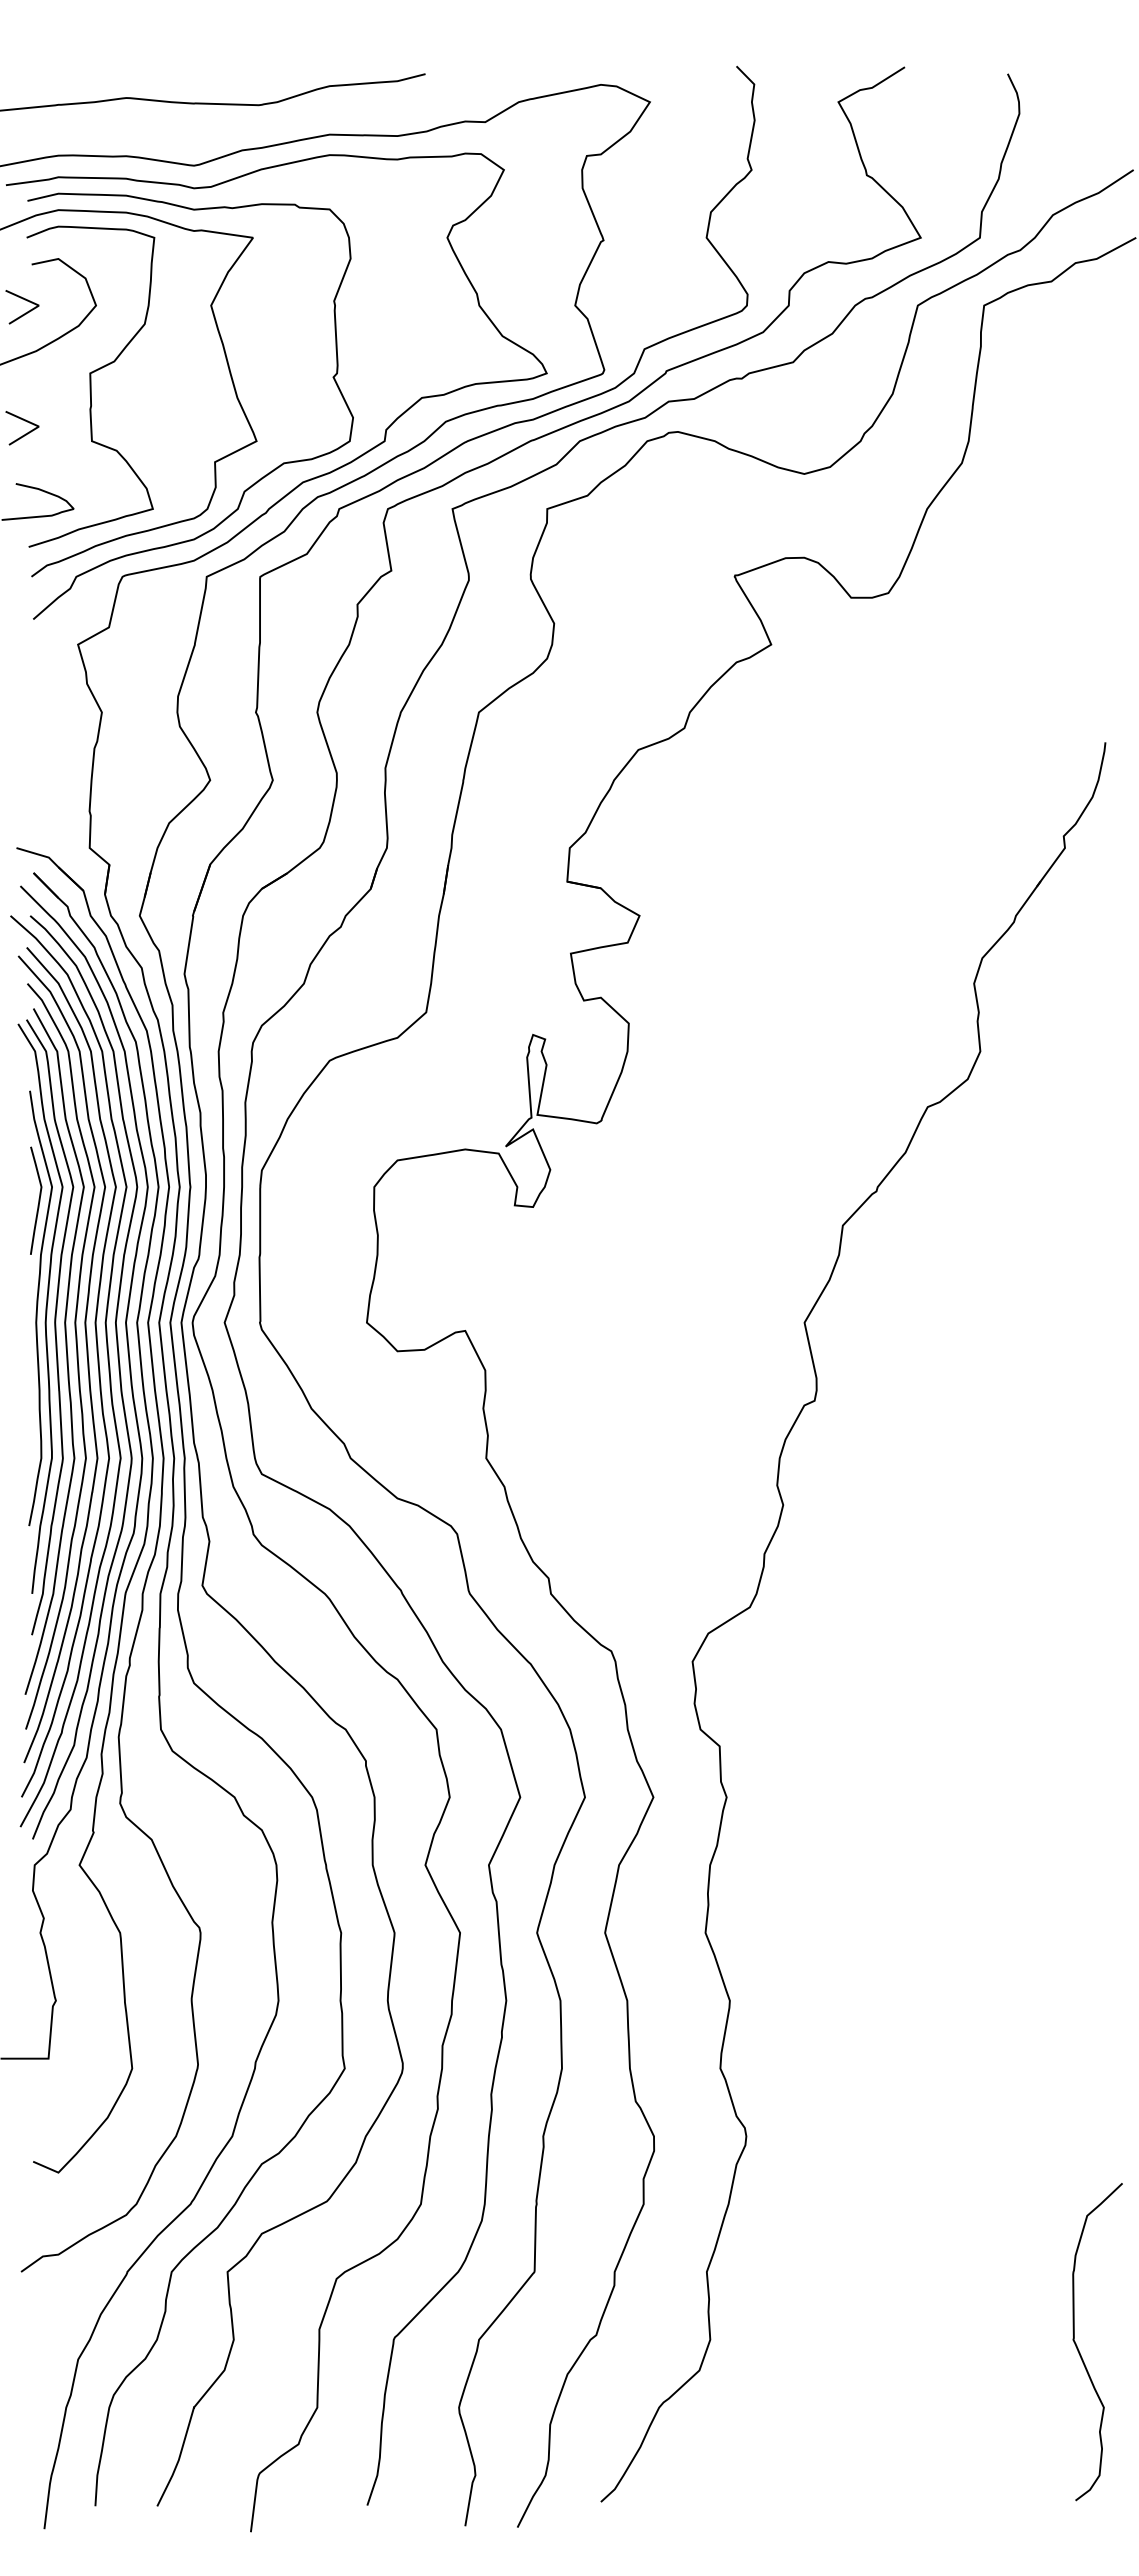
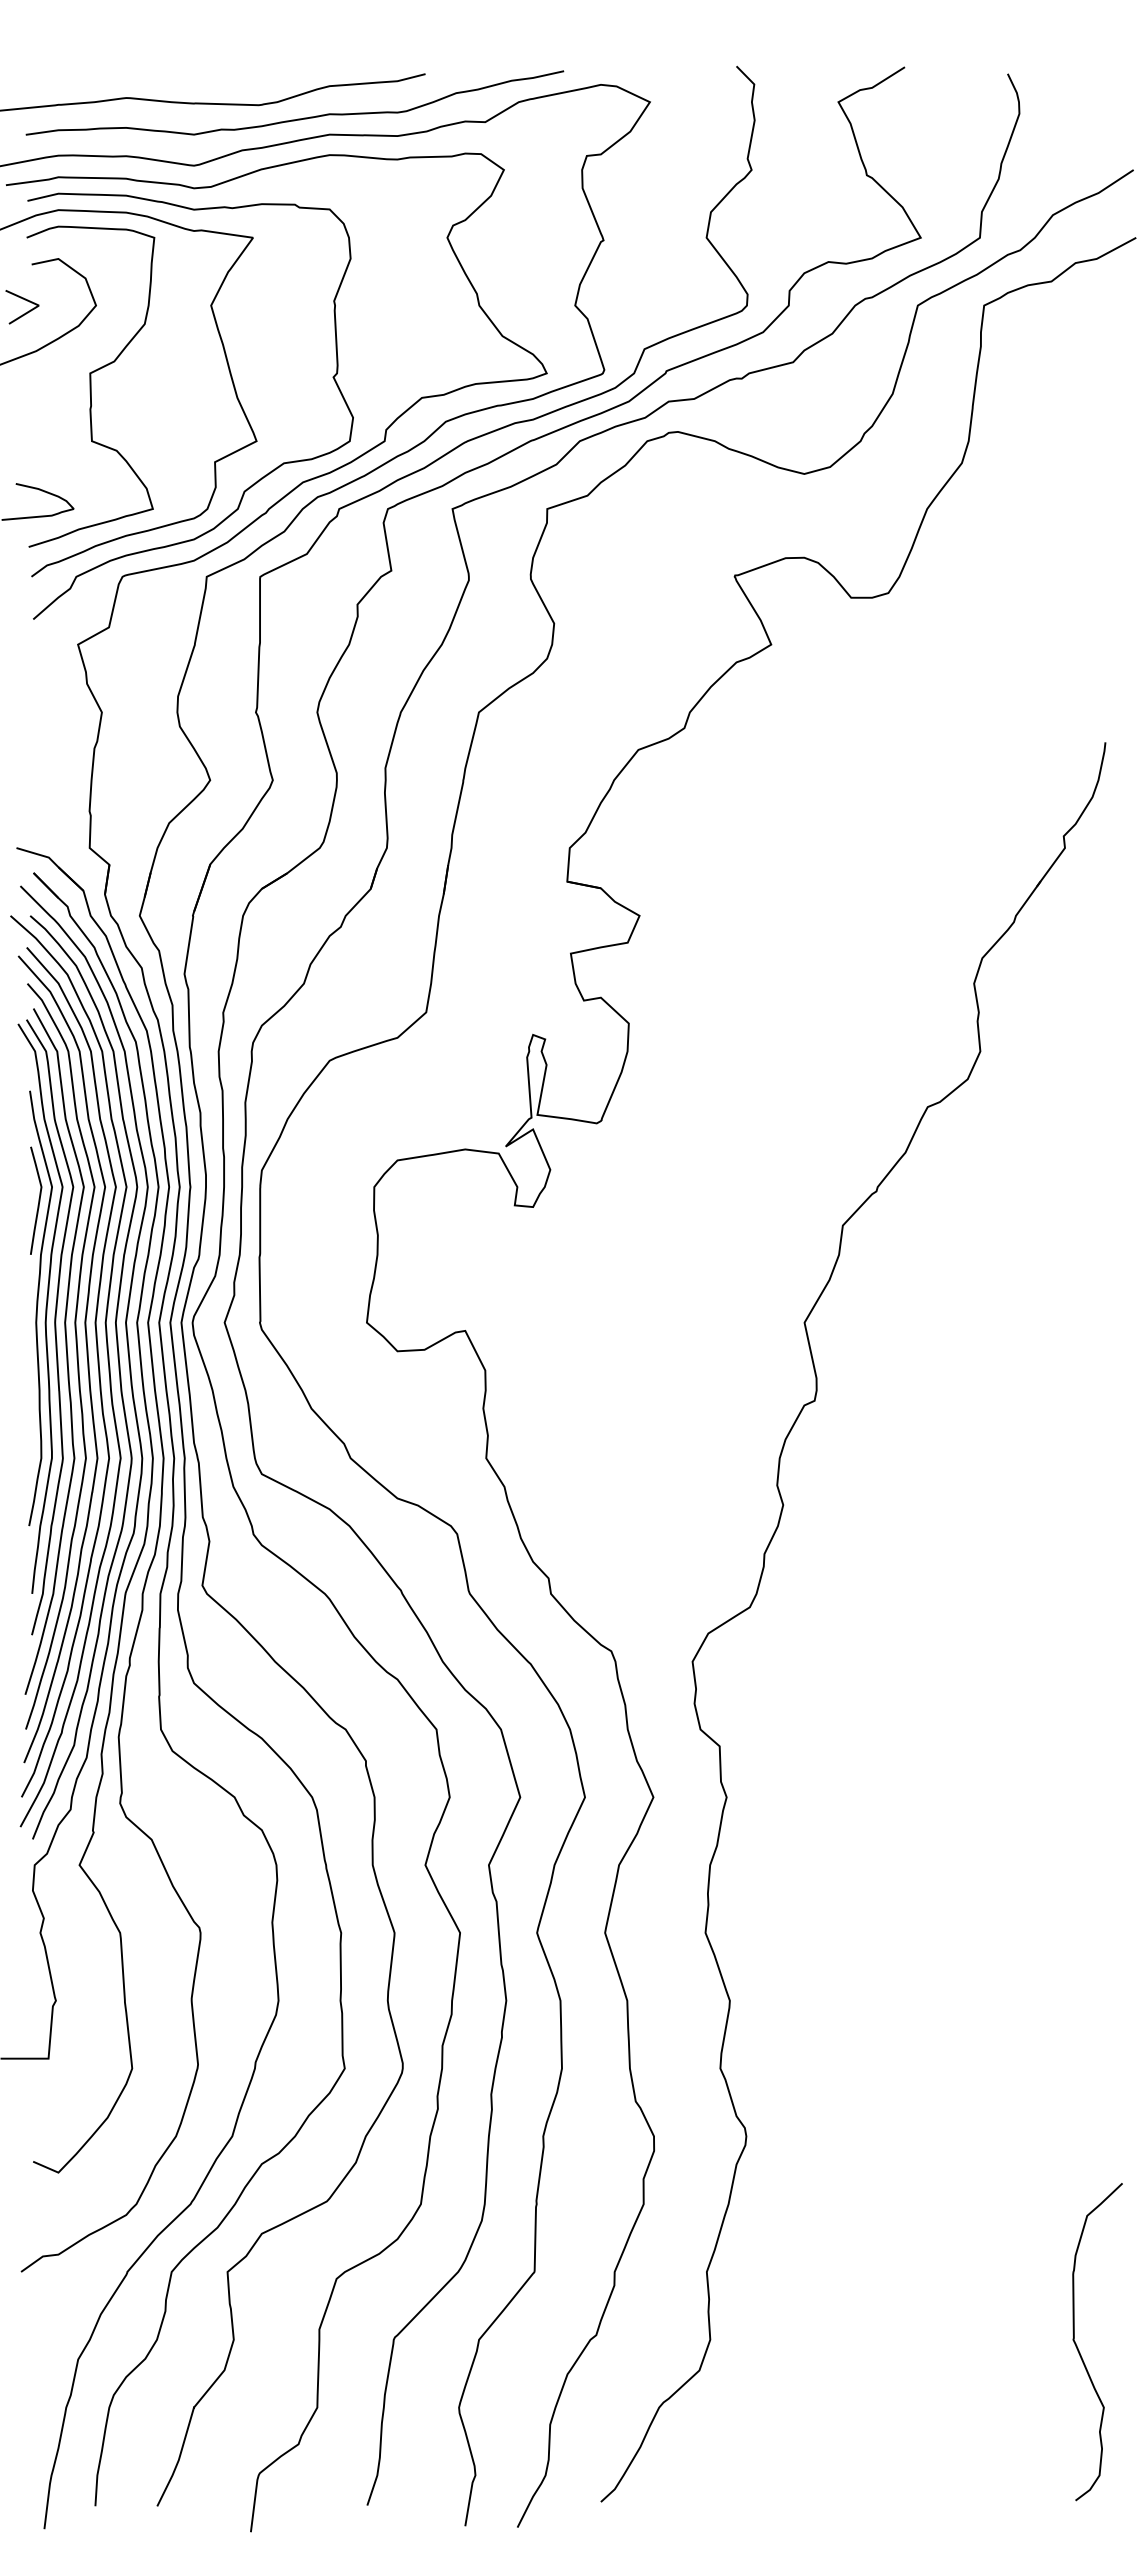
curve at (297, 118): none -> present
line at (25, 433): present -> none
